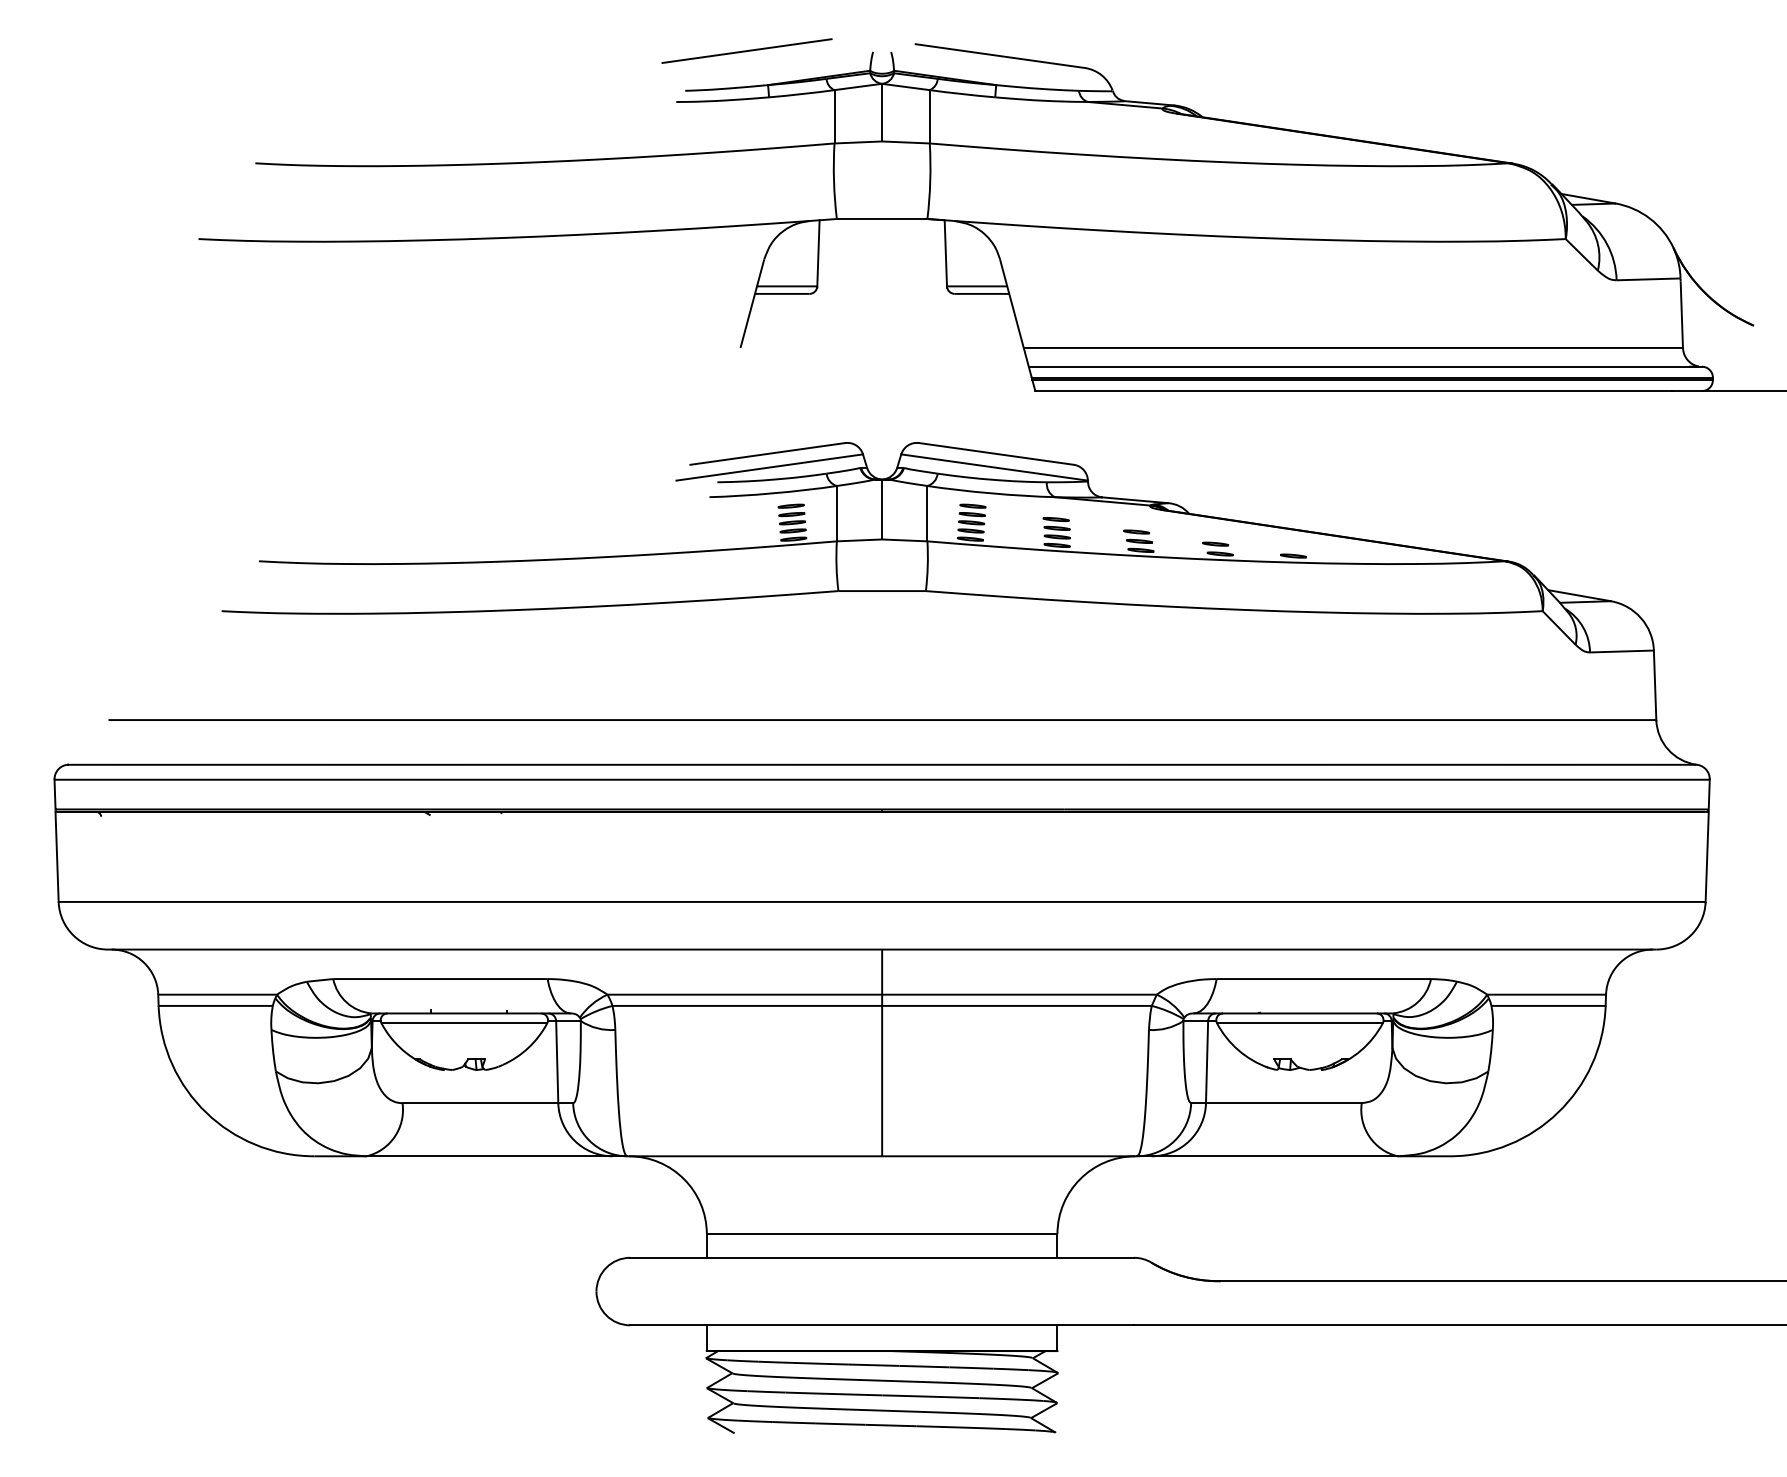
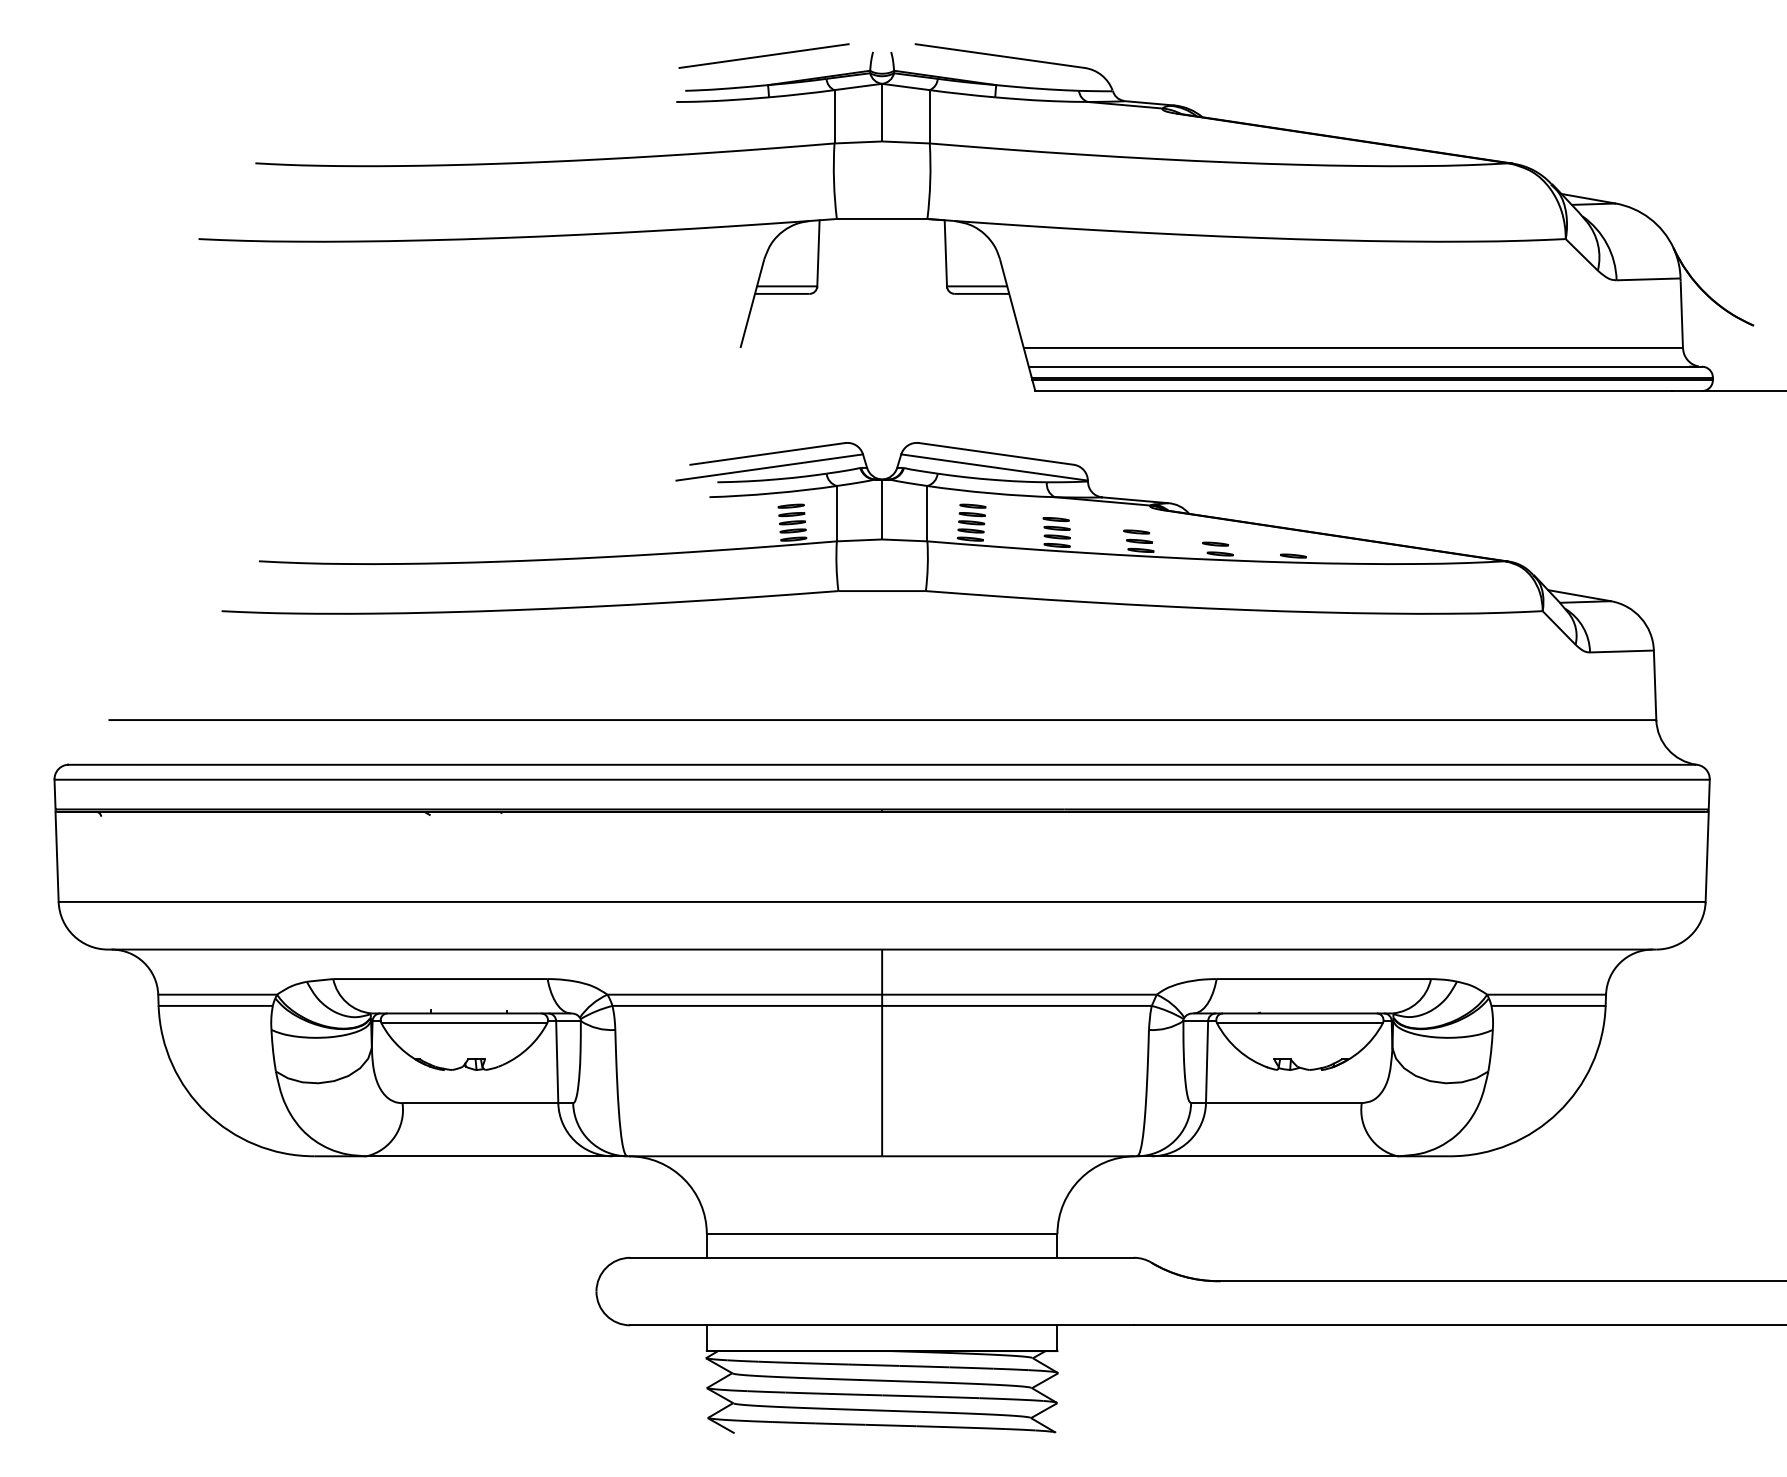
line at (746, 50) position: (746, 50) -> (763, 55)
